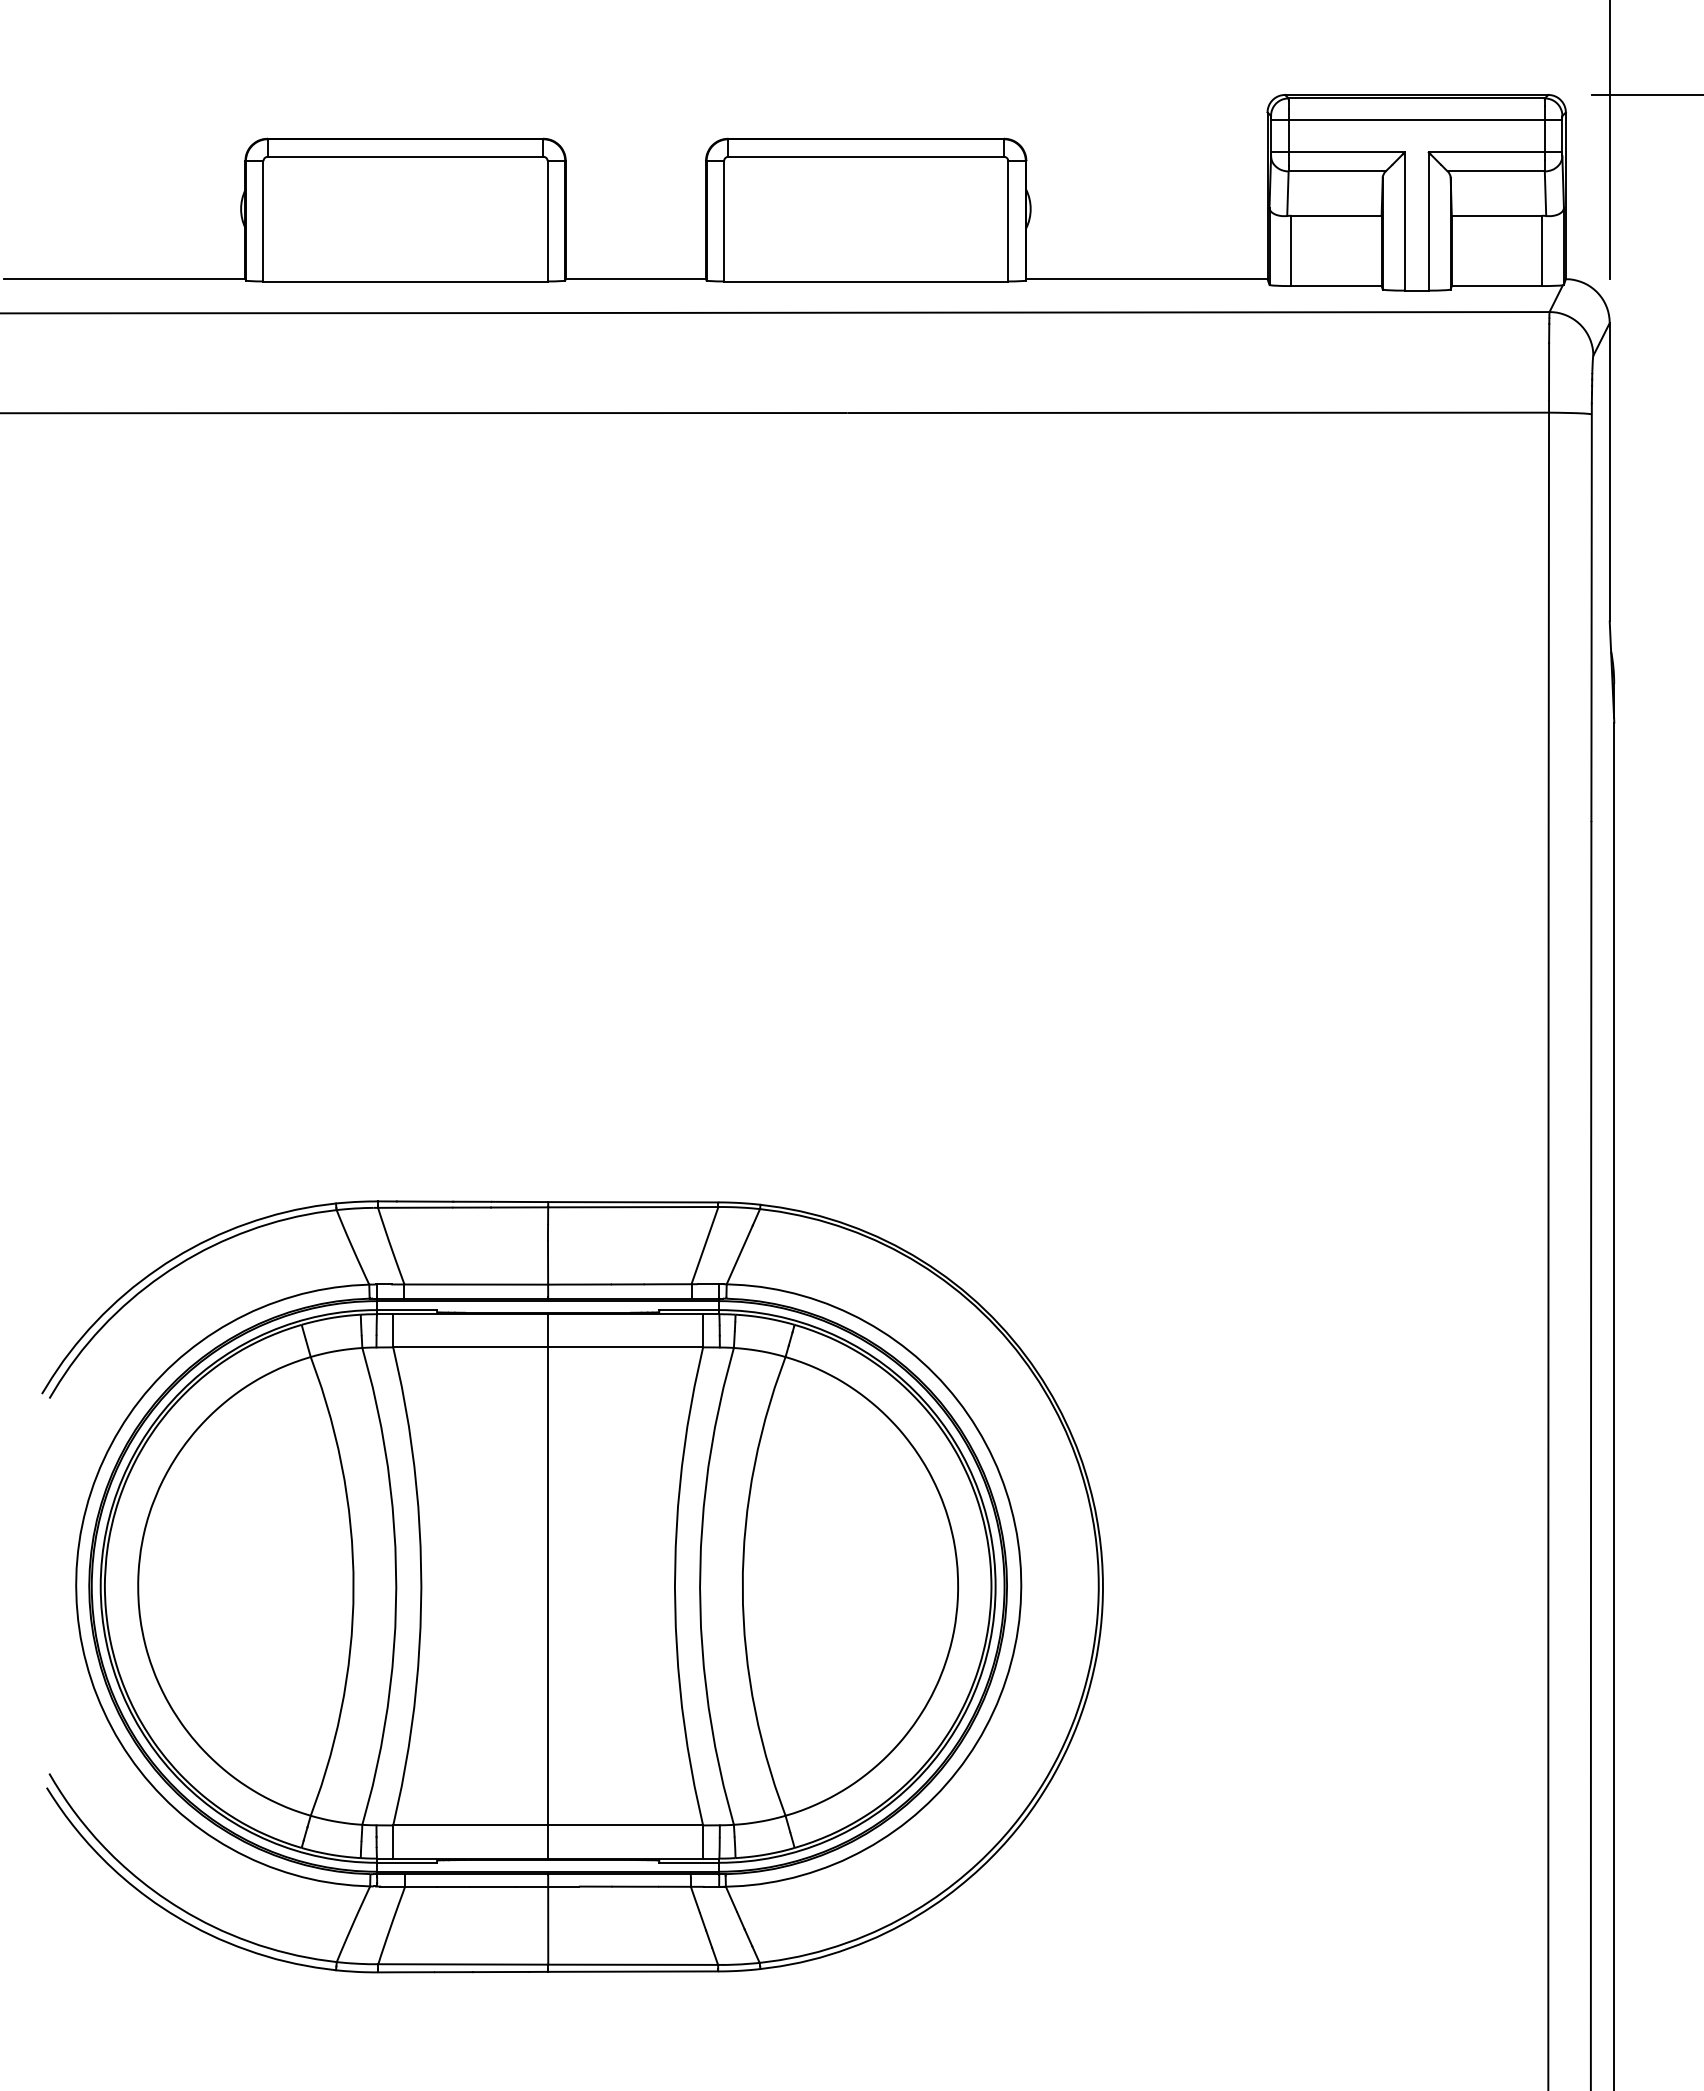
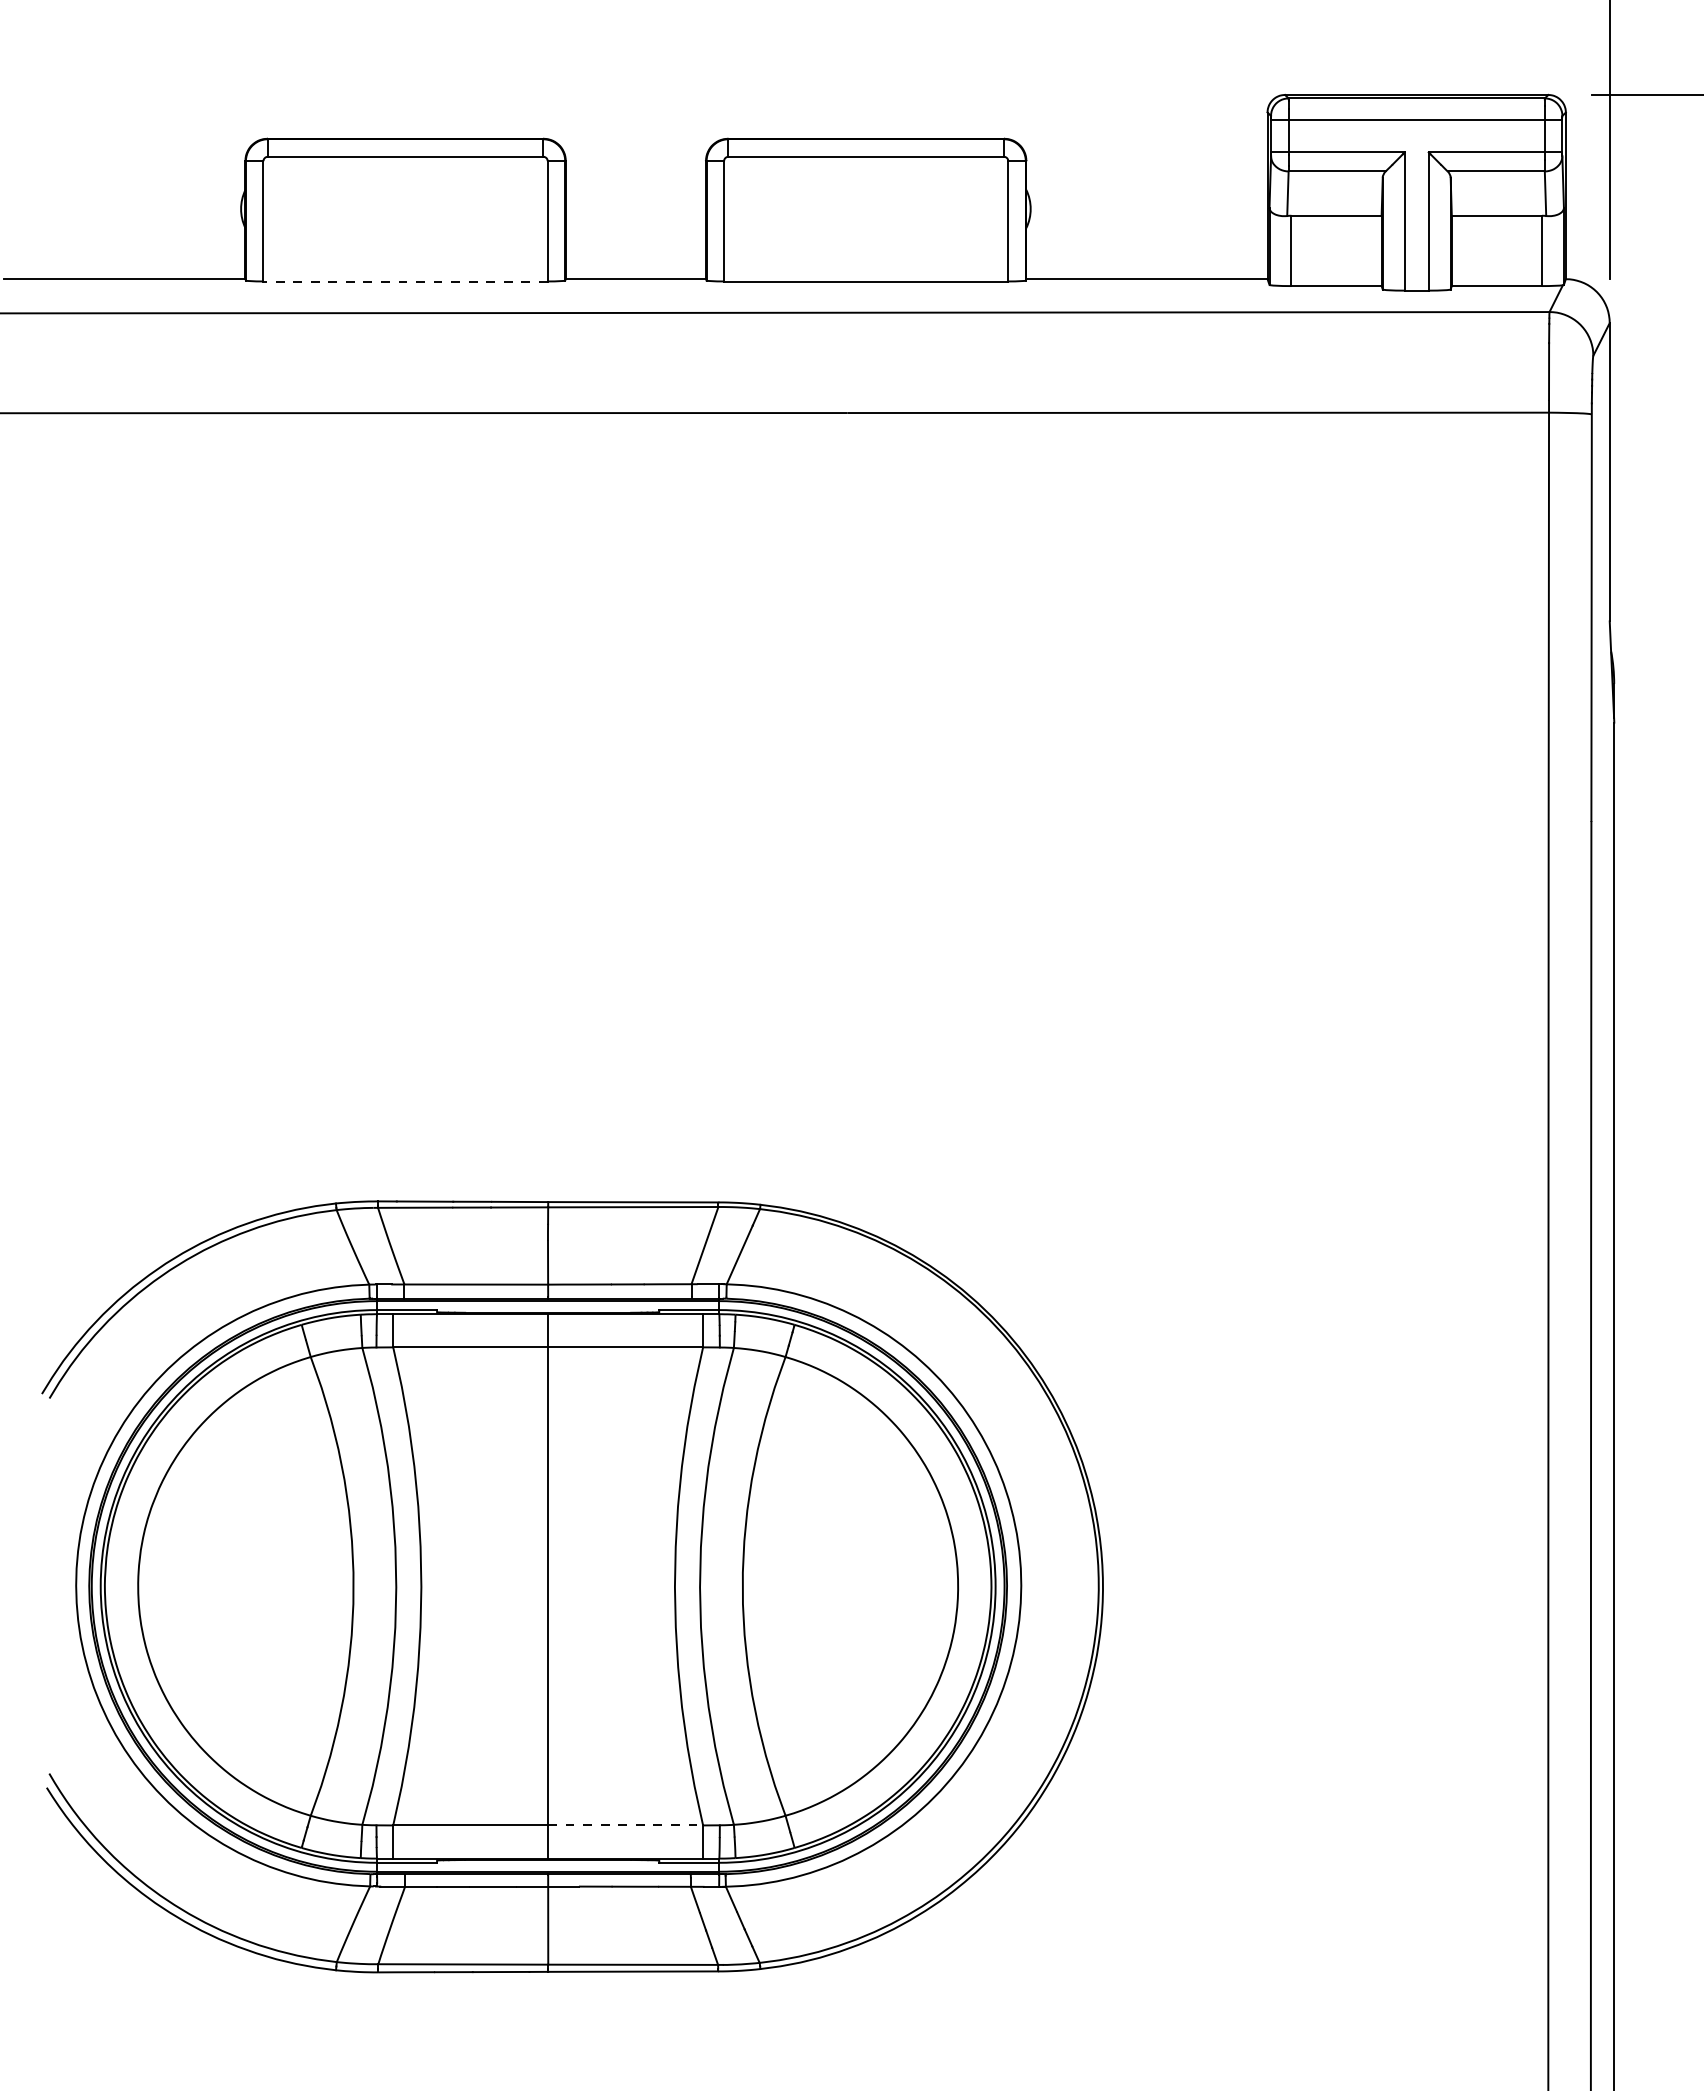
line at (405, 281): solid -> dashed
line at (626, 1825): solid -> dashed
